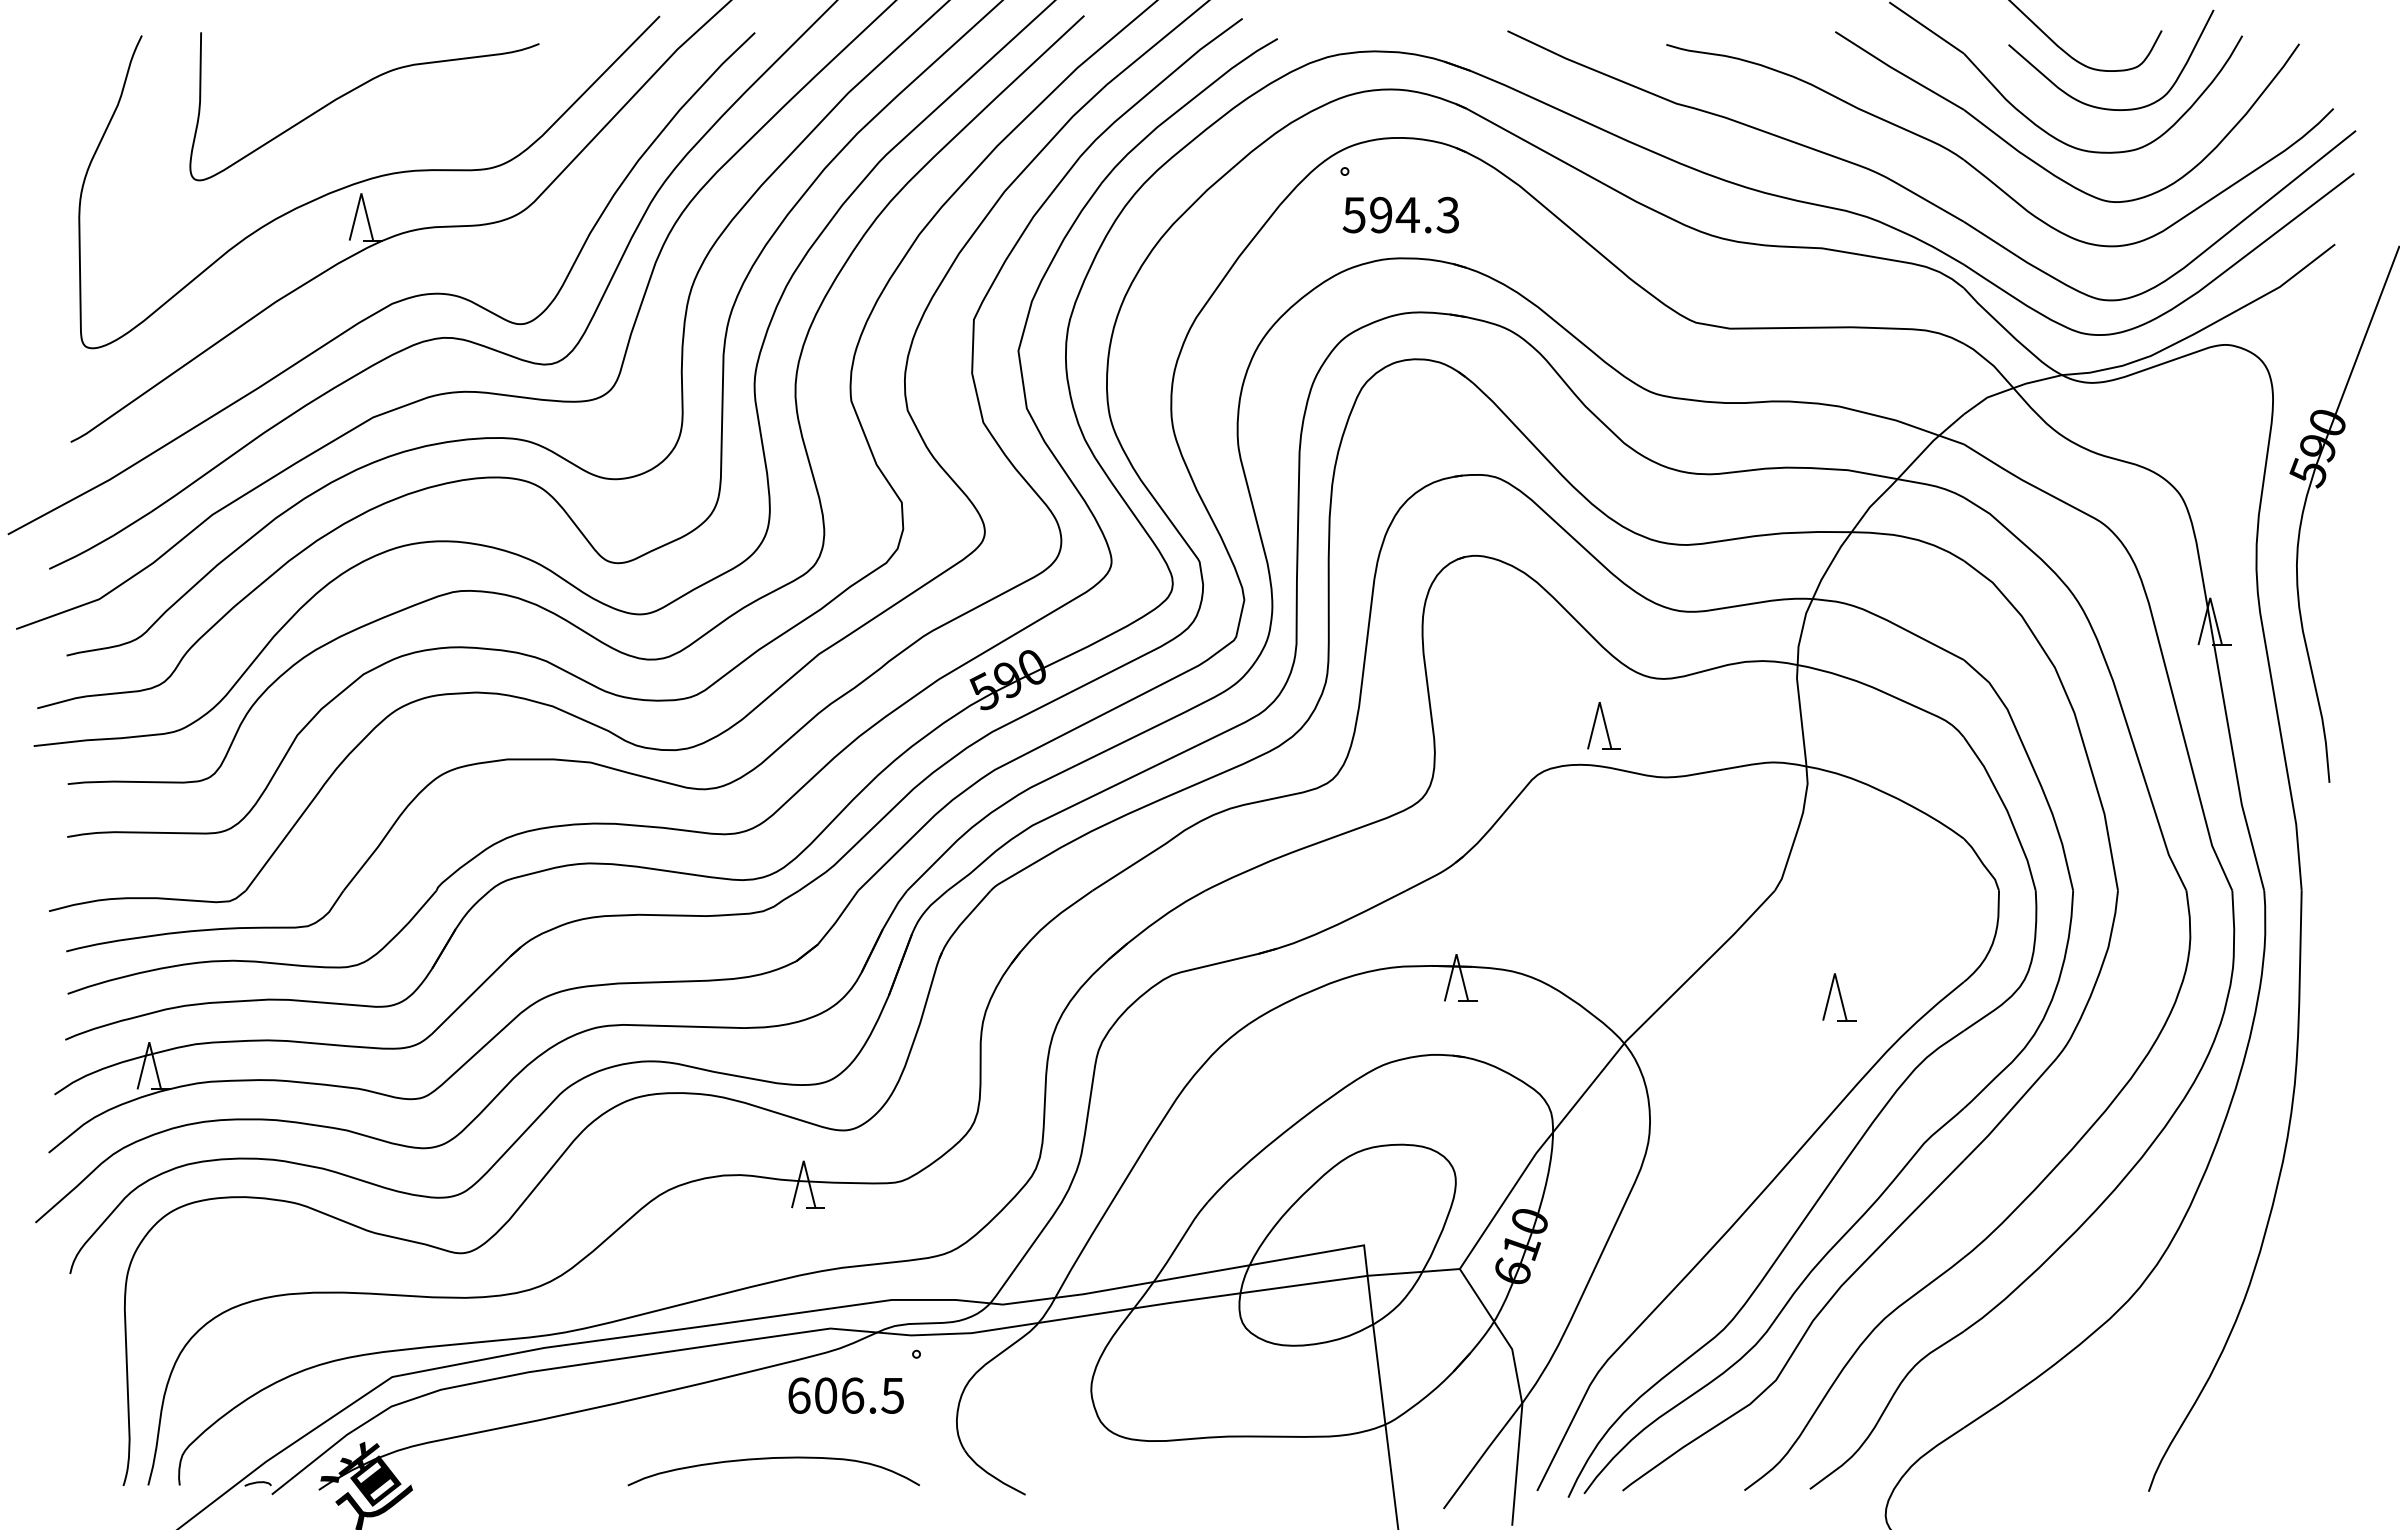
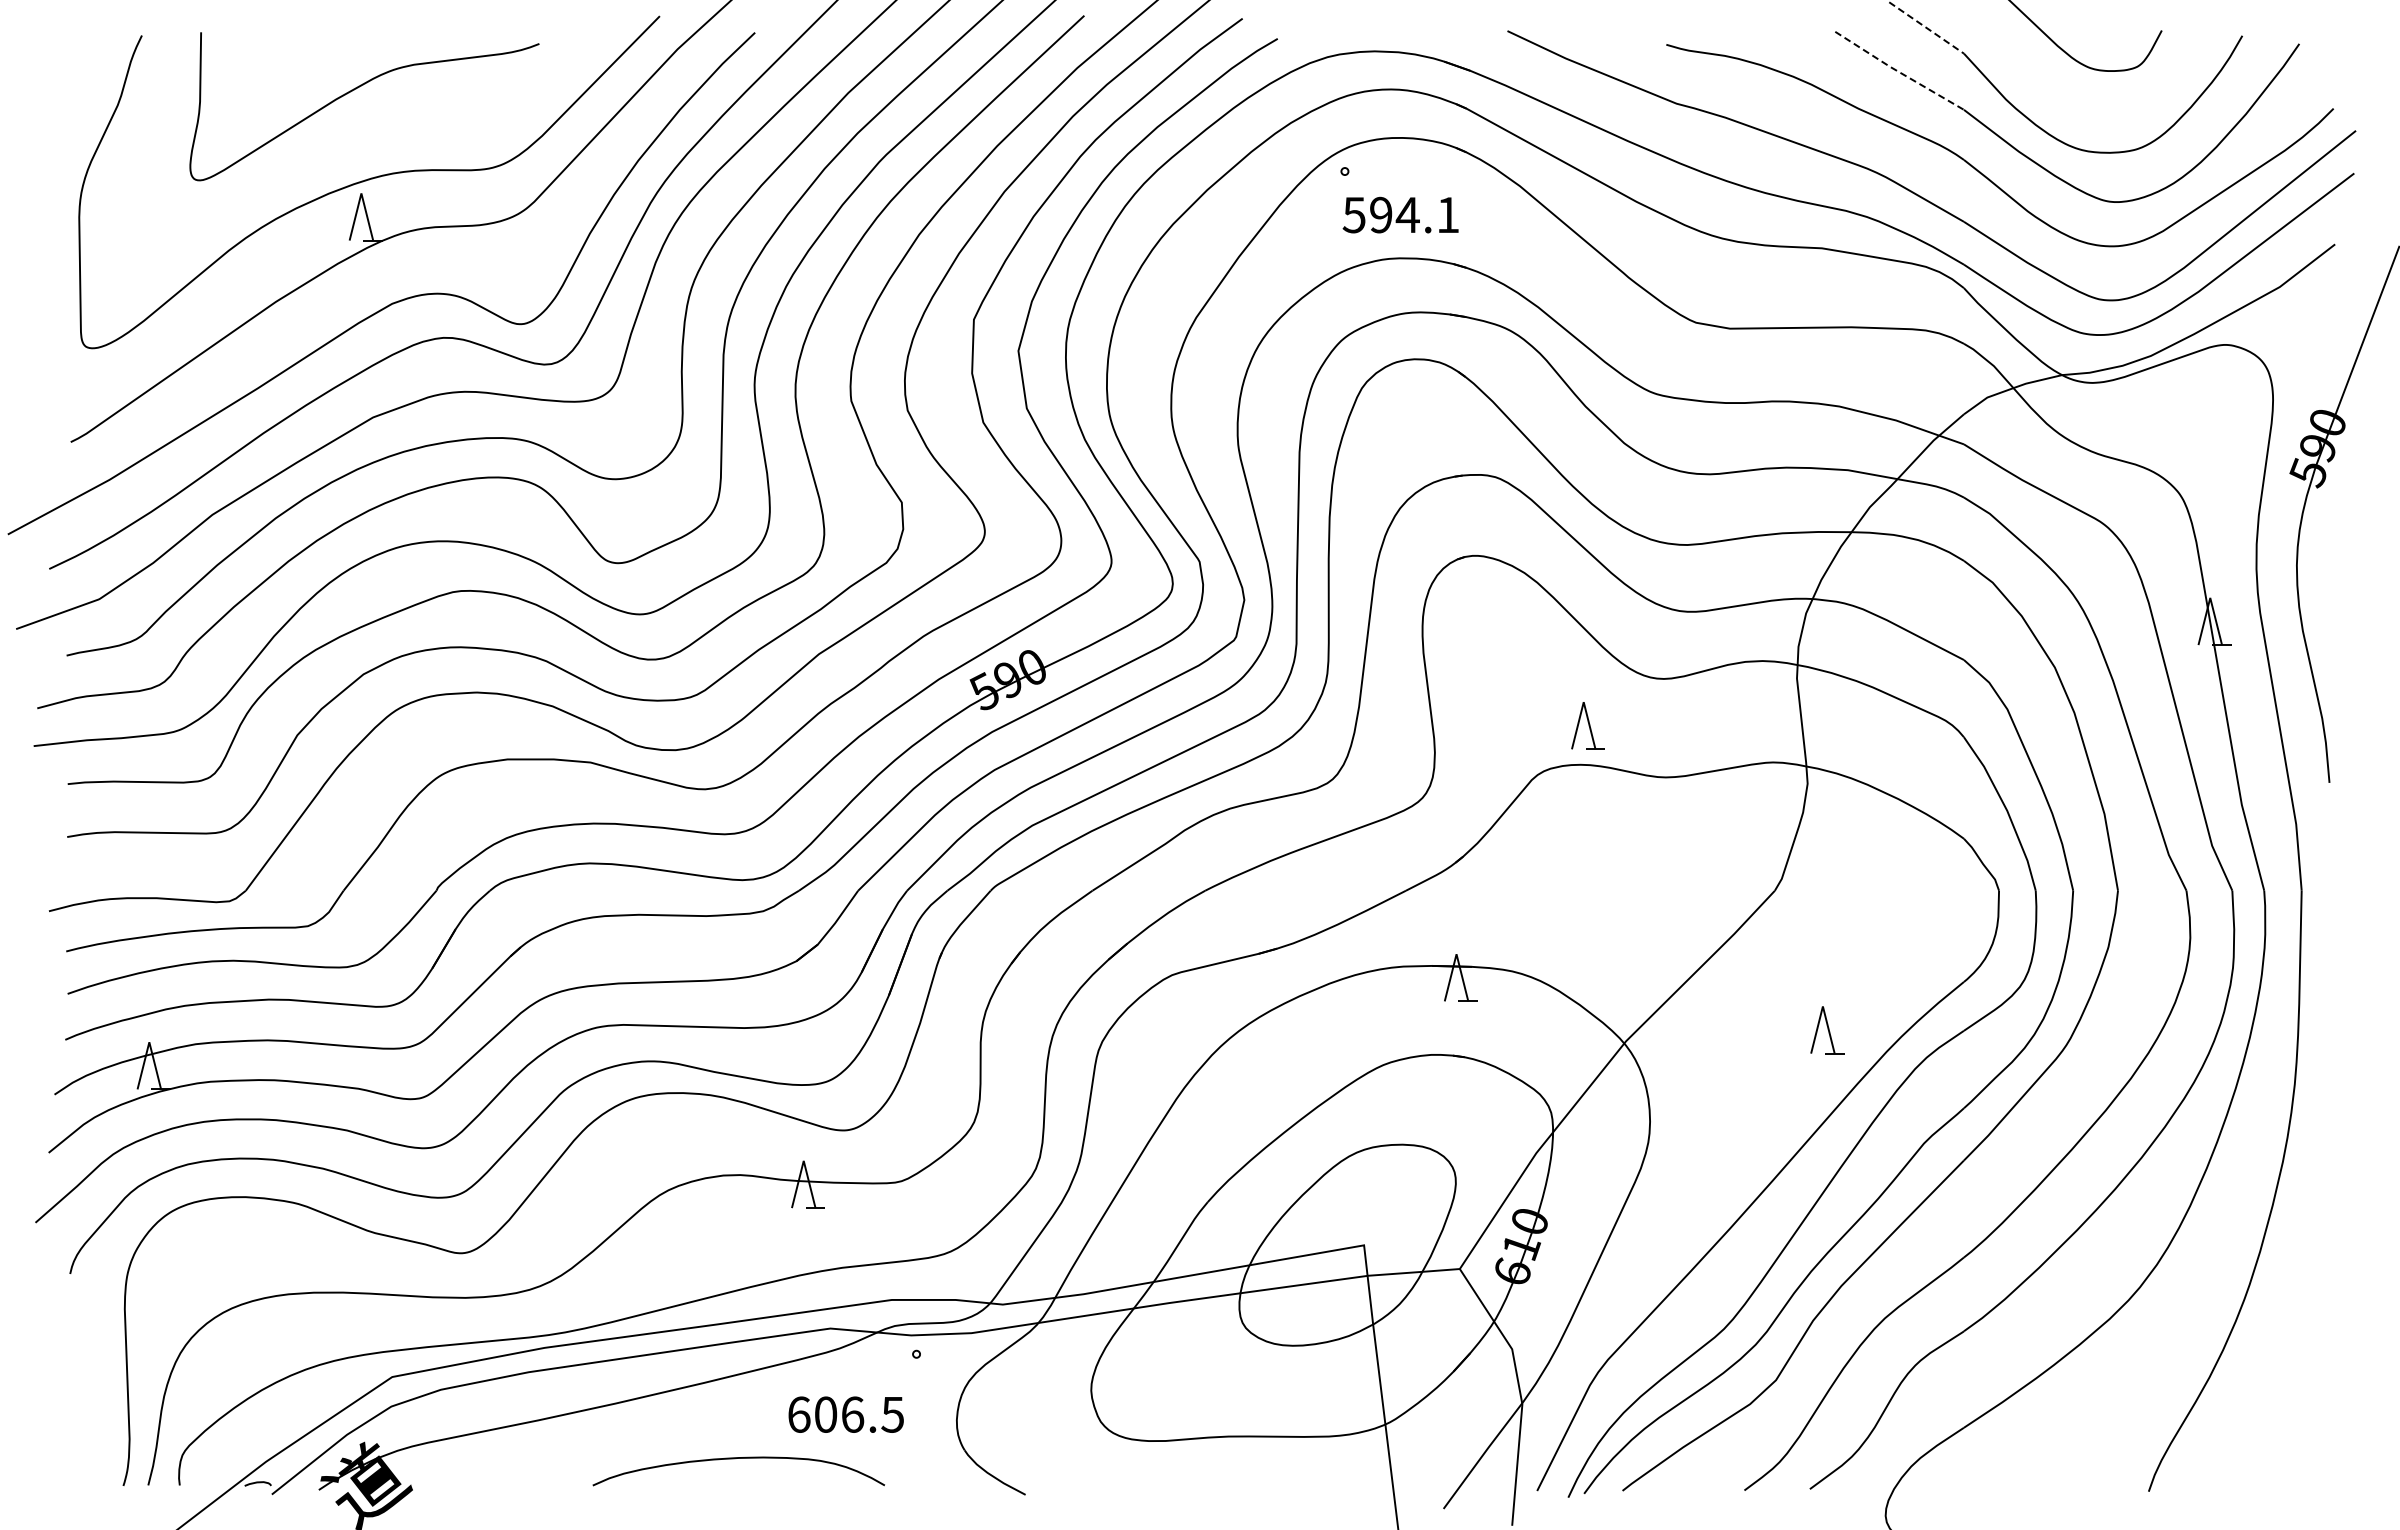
line at (1927, 28): solid -> dashed
line at (1898, 71): solid -> dashed
curve at (2103, 107): present -> none
text at (1447, 214): 594.3 -> 594.1
part at (1603, 725) position: (1603, 725) -> (1587, 725)
part at (1839, 997) position: (1839, 997) -> (1827, 1030)
text at (845, 1395) position: (845, 1395) -> (845, 1414)
curve at (770, 1459) position: (770, 1459) -> (735, 1459)
